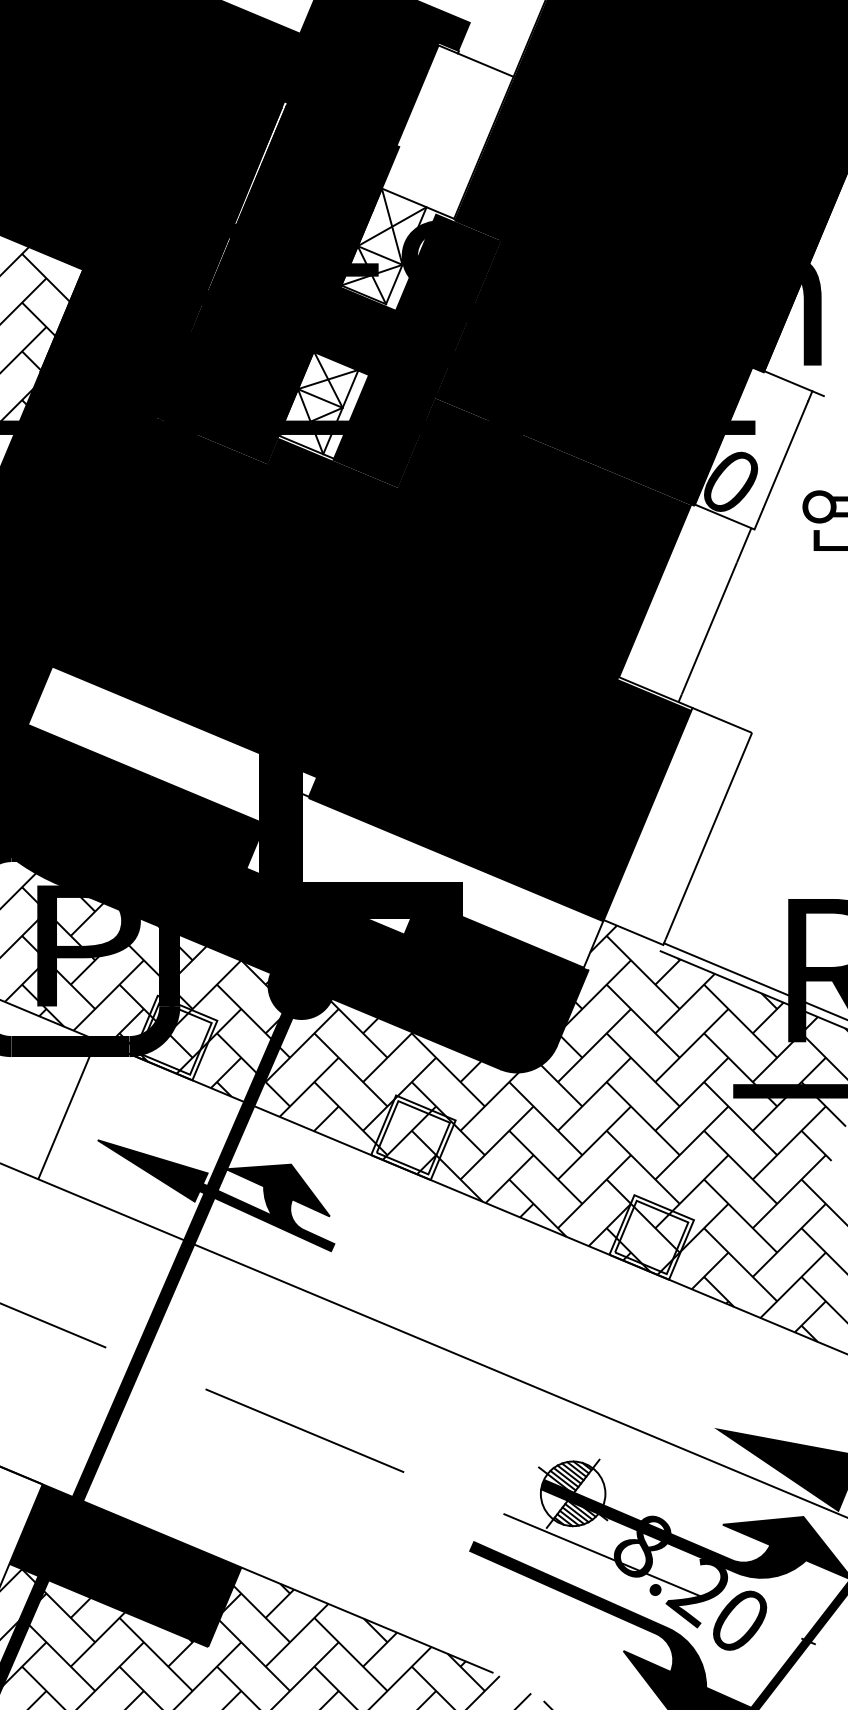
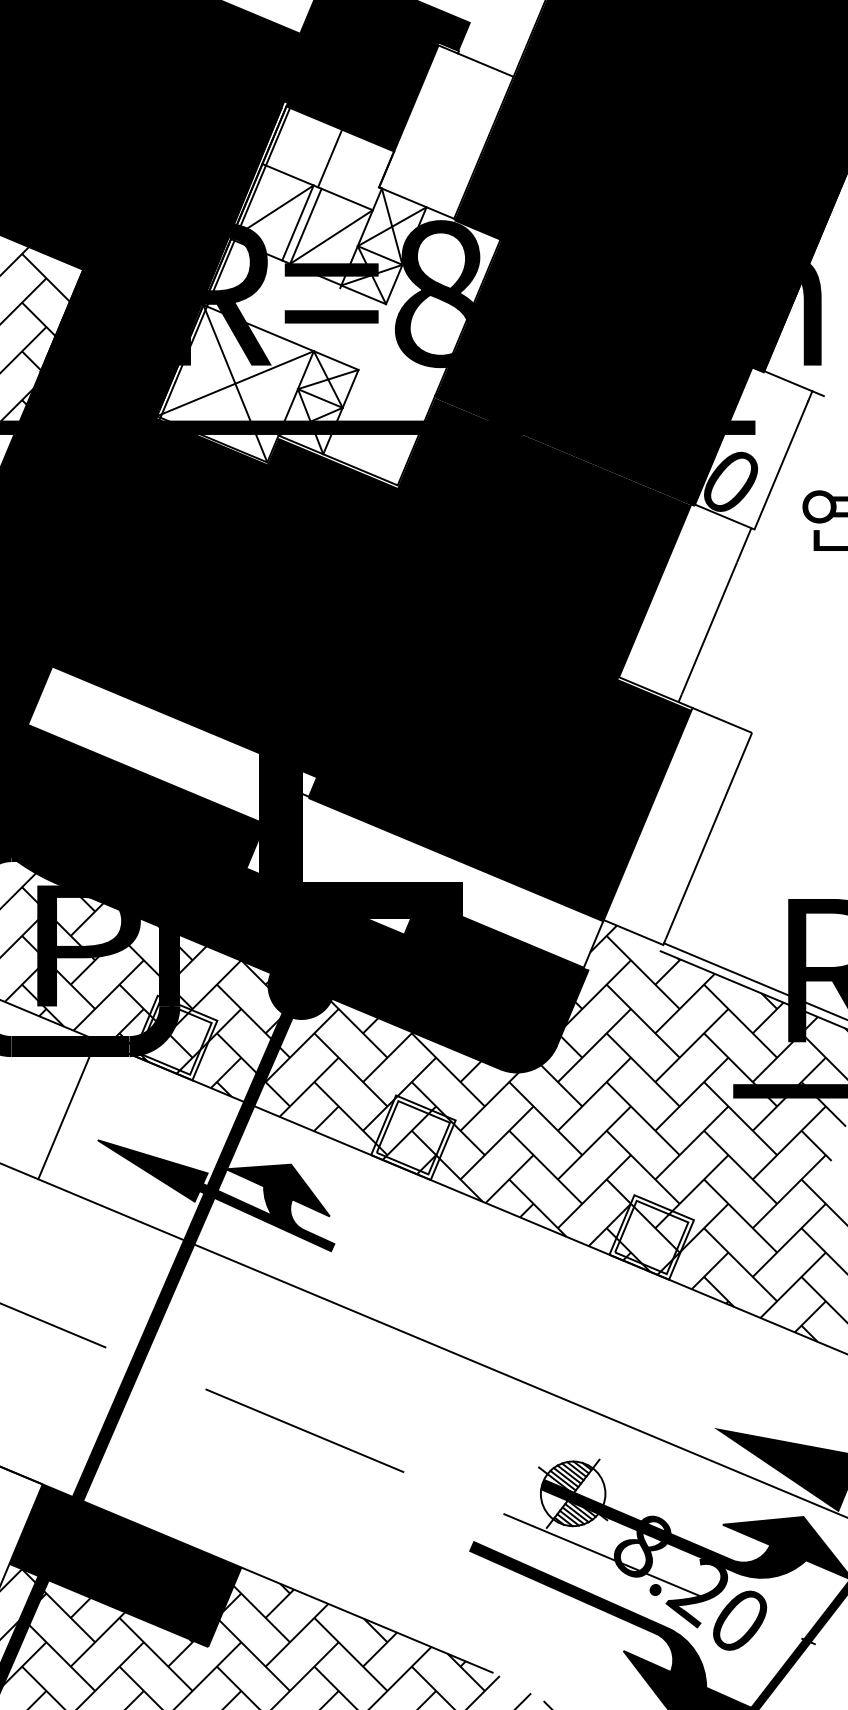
fill at (328, 293): present -> none
